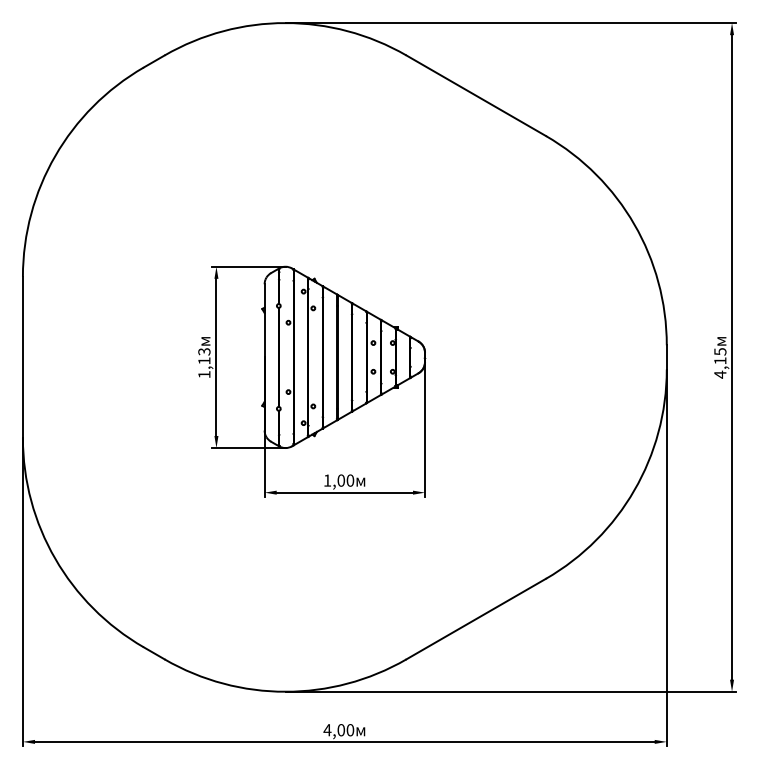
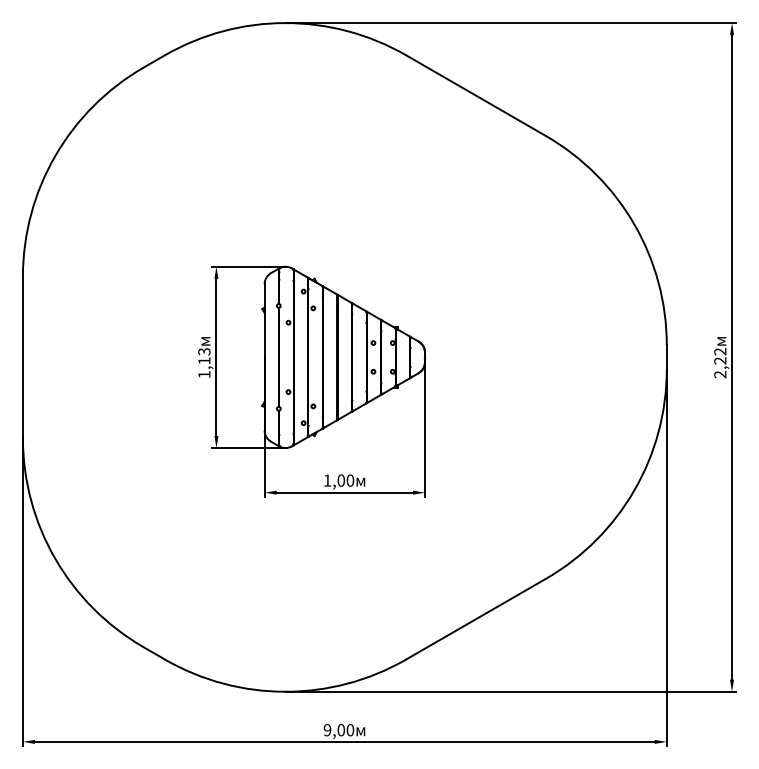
text at (720, 363): 4,15 -> 2,22
text at (327, 730): 4,00 -> 9,00
